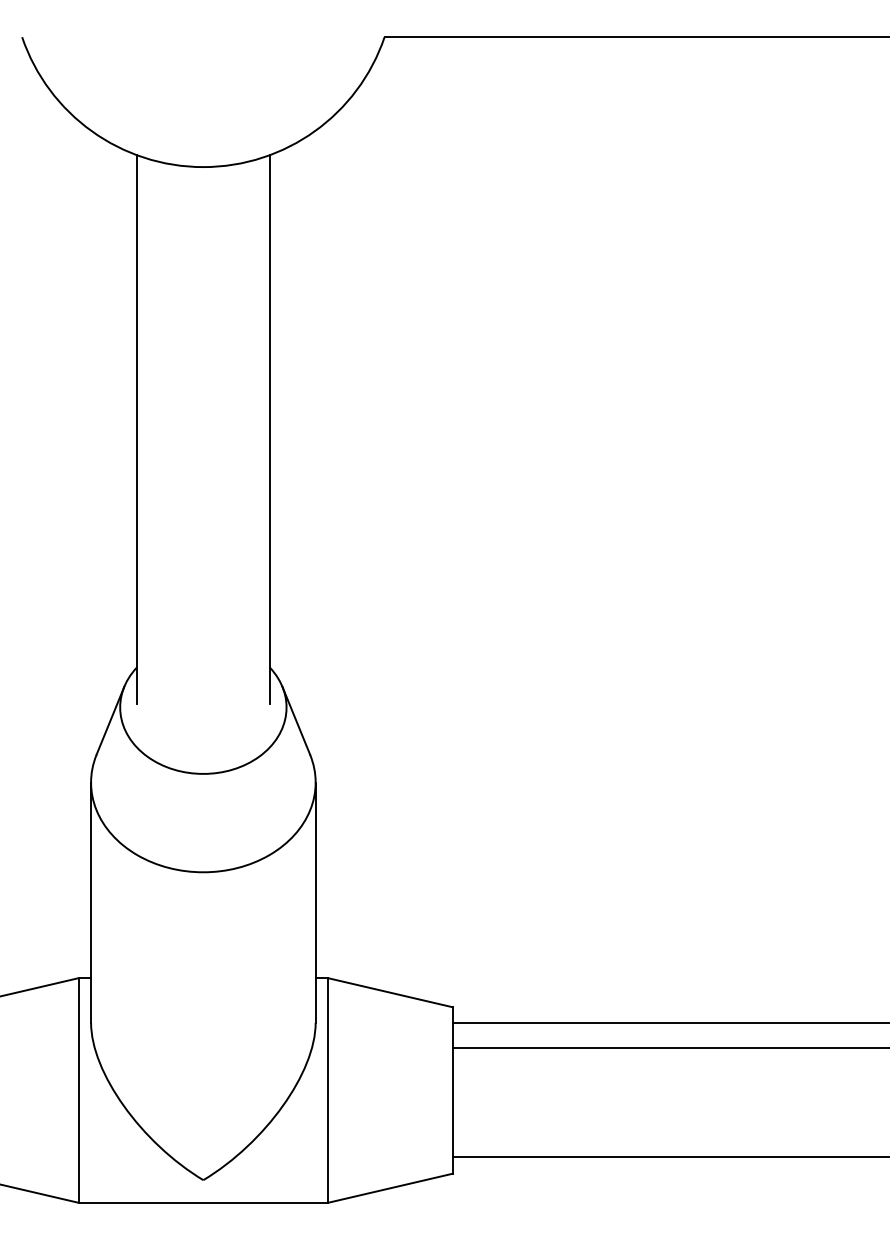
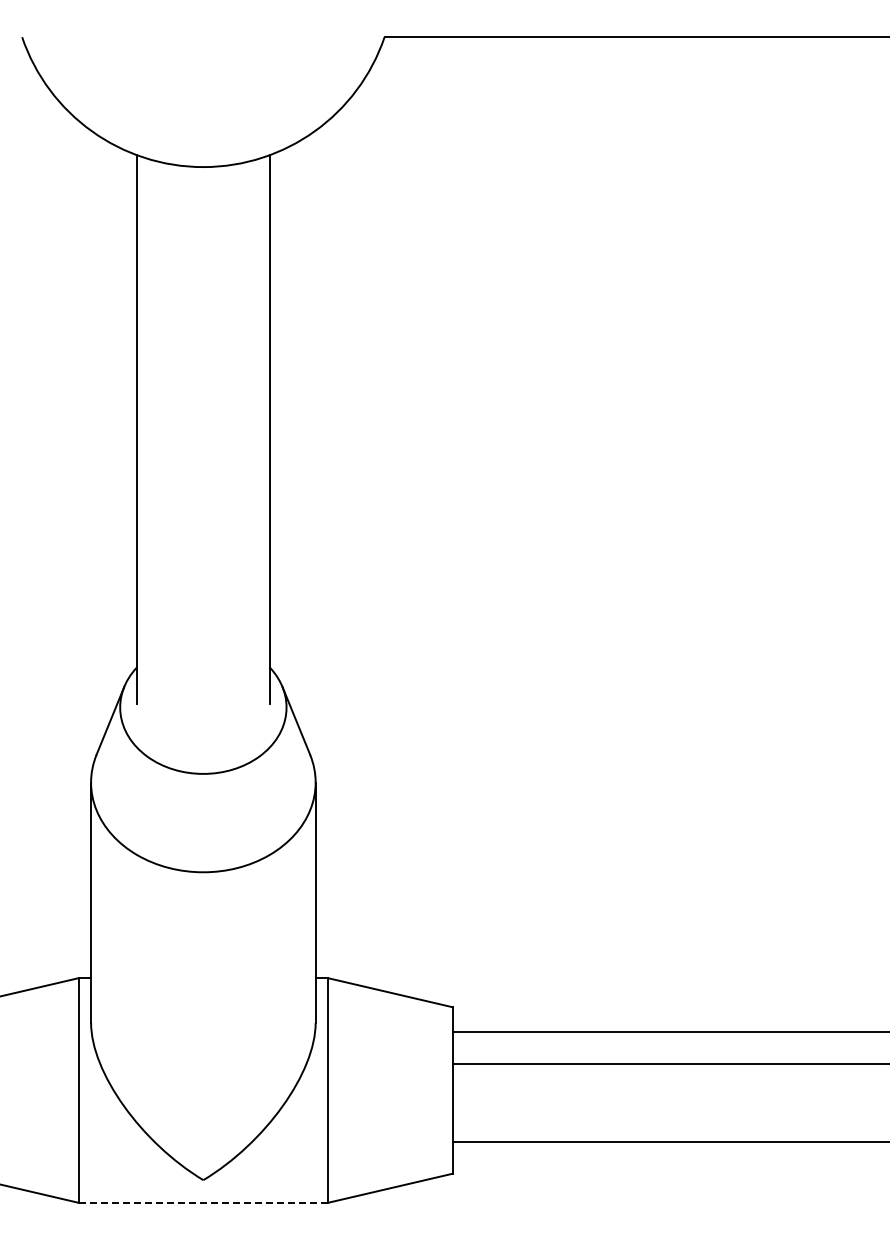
line at (669, 1023) position: (669, 1023) -> (669, 1032)
line at (669, 1047) position: (669, 1047) -> (669, 1063)
line at (669, 1156) position: (669, 1156) -> (669, 1141)
line at (203, 1202): solid -> dashed
